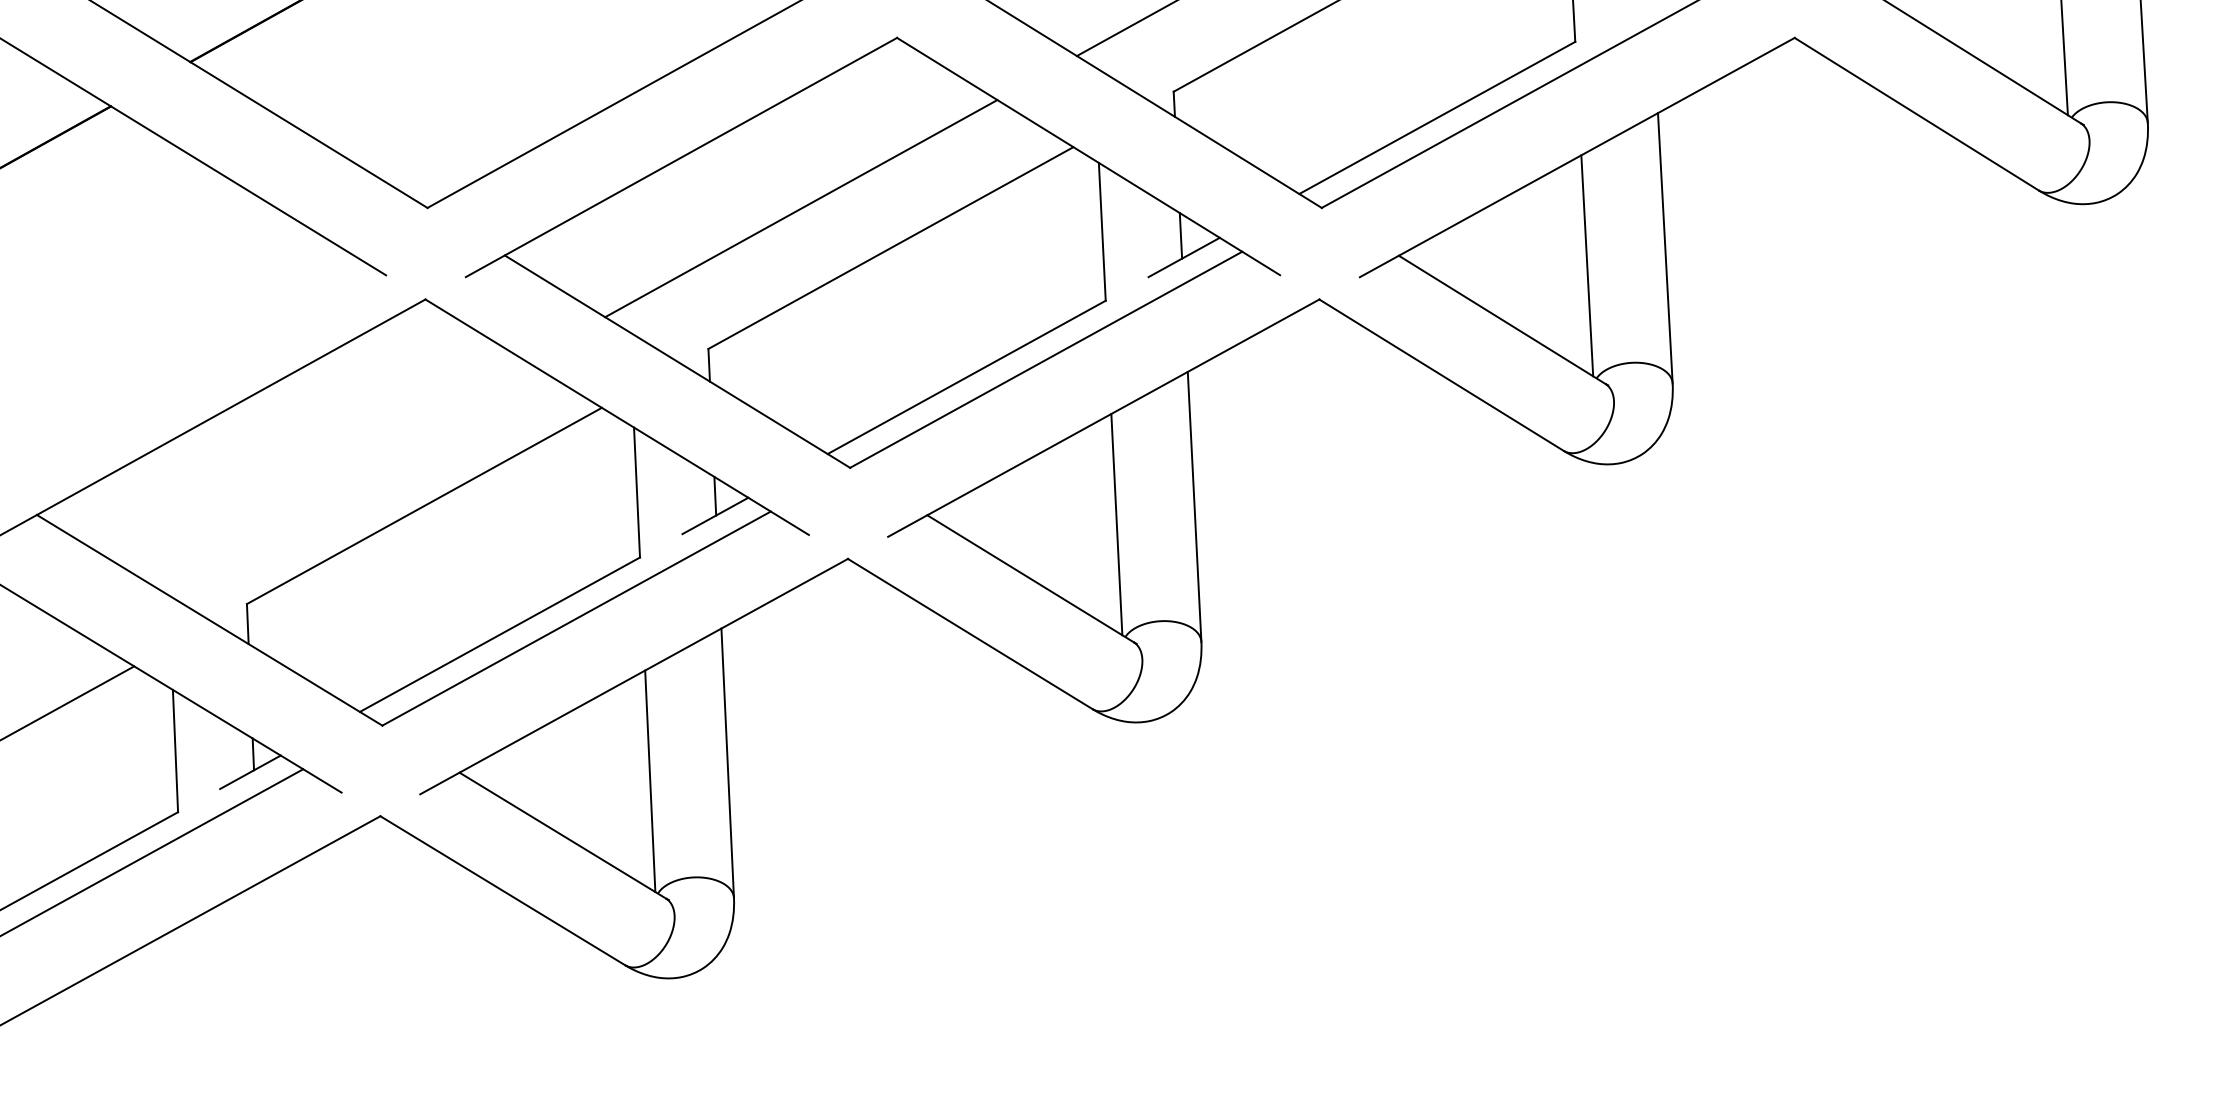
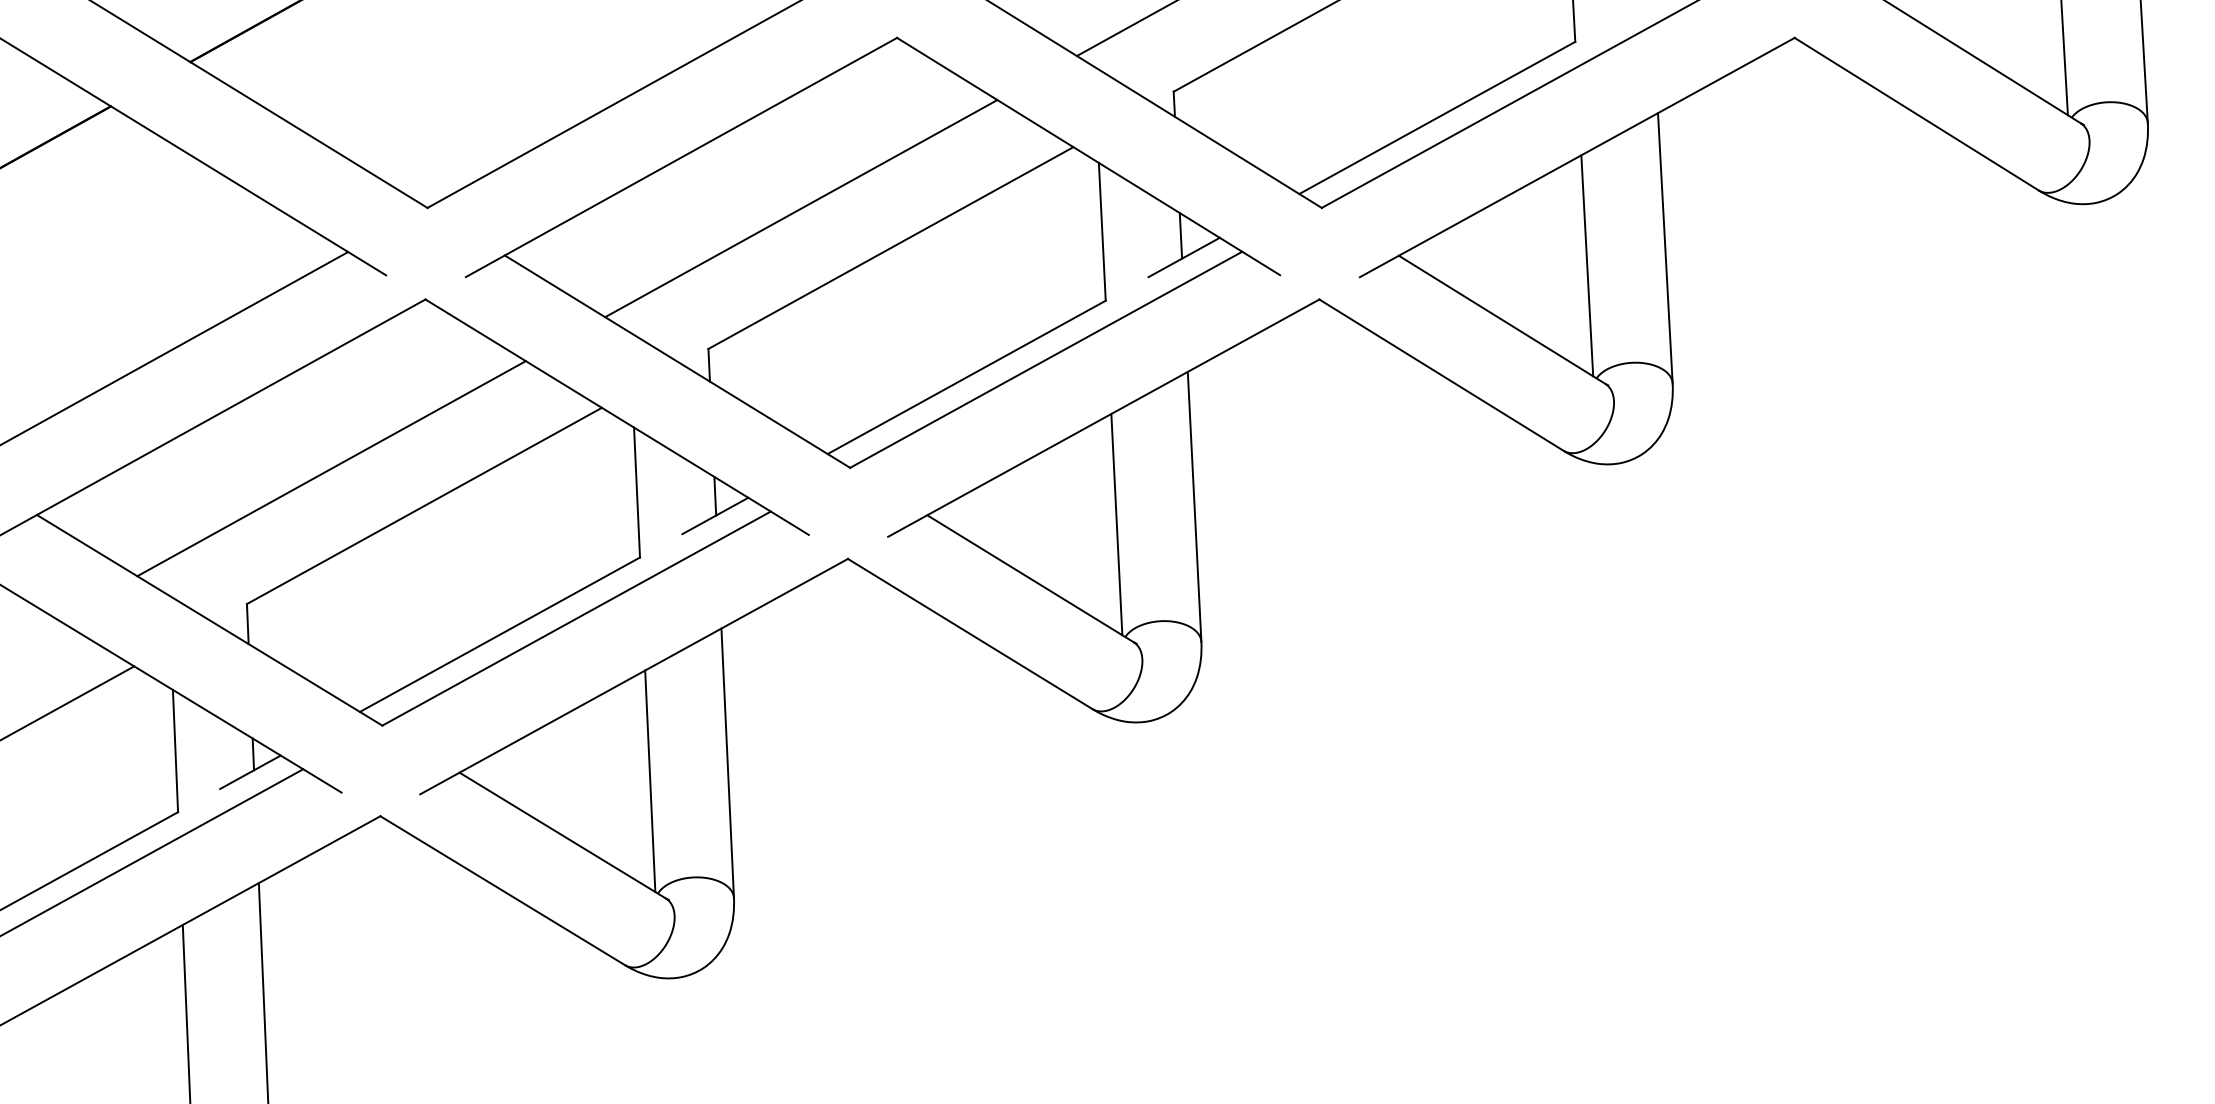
line at (175, 348): none -> present
line at (331, 468): none -> present
line at (263, 991): none -> present
line at (186, 1012): none -> present
